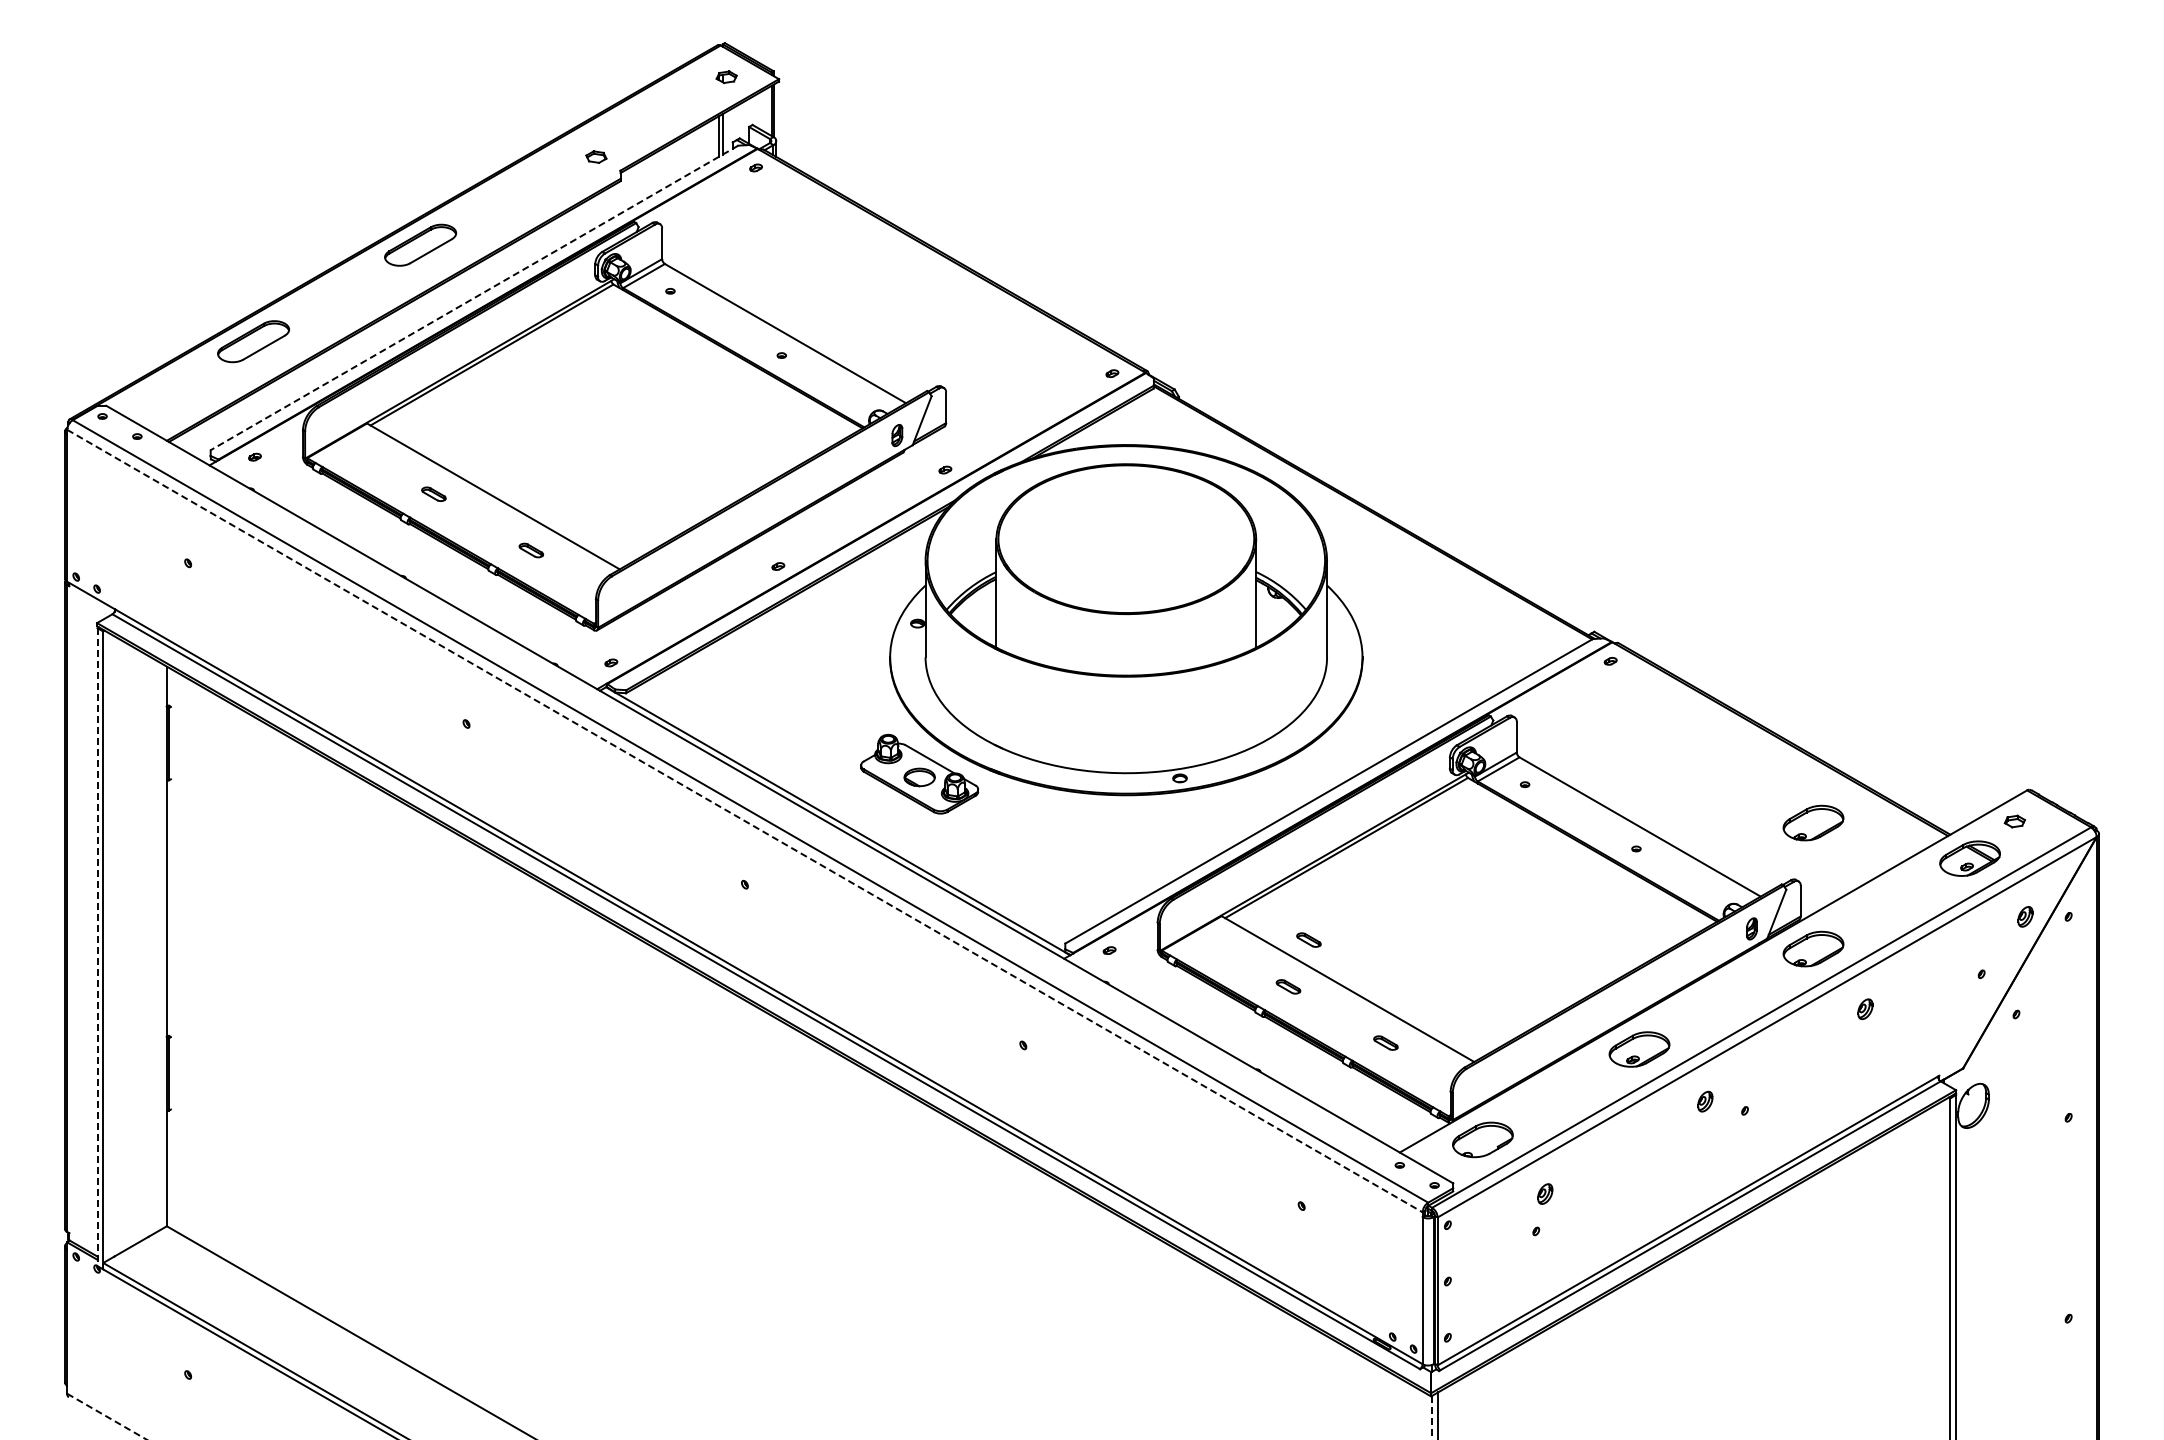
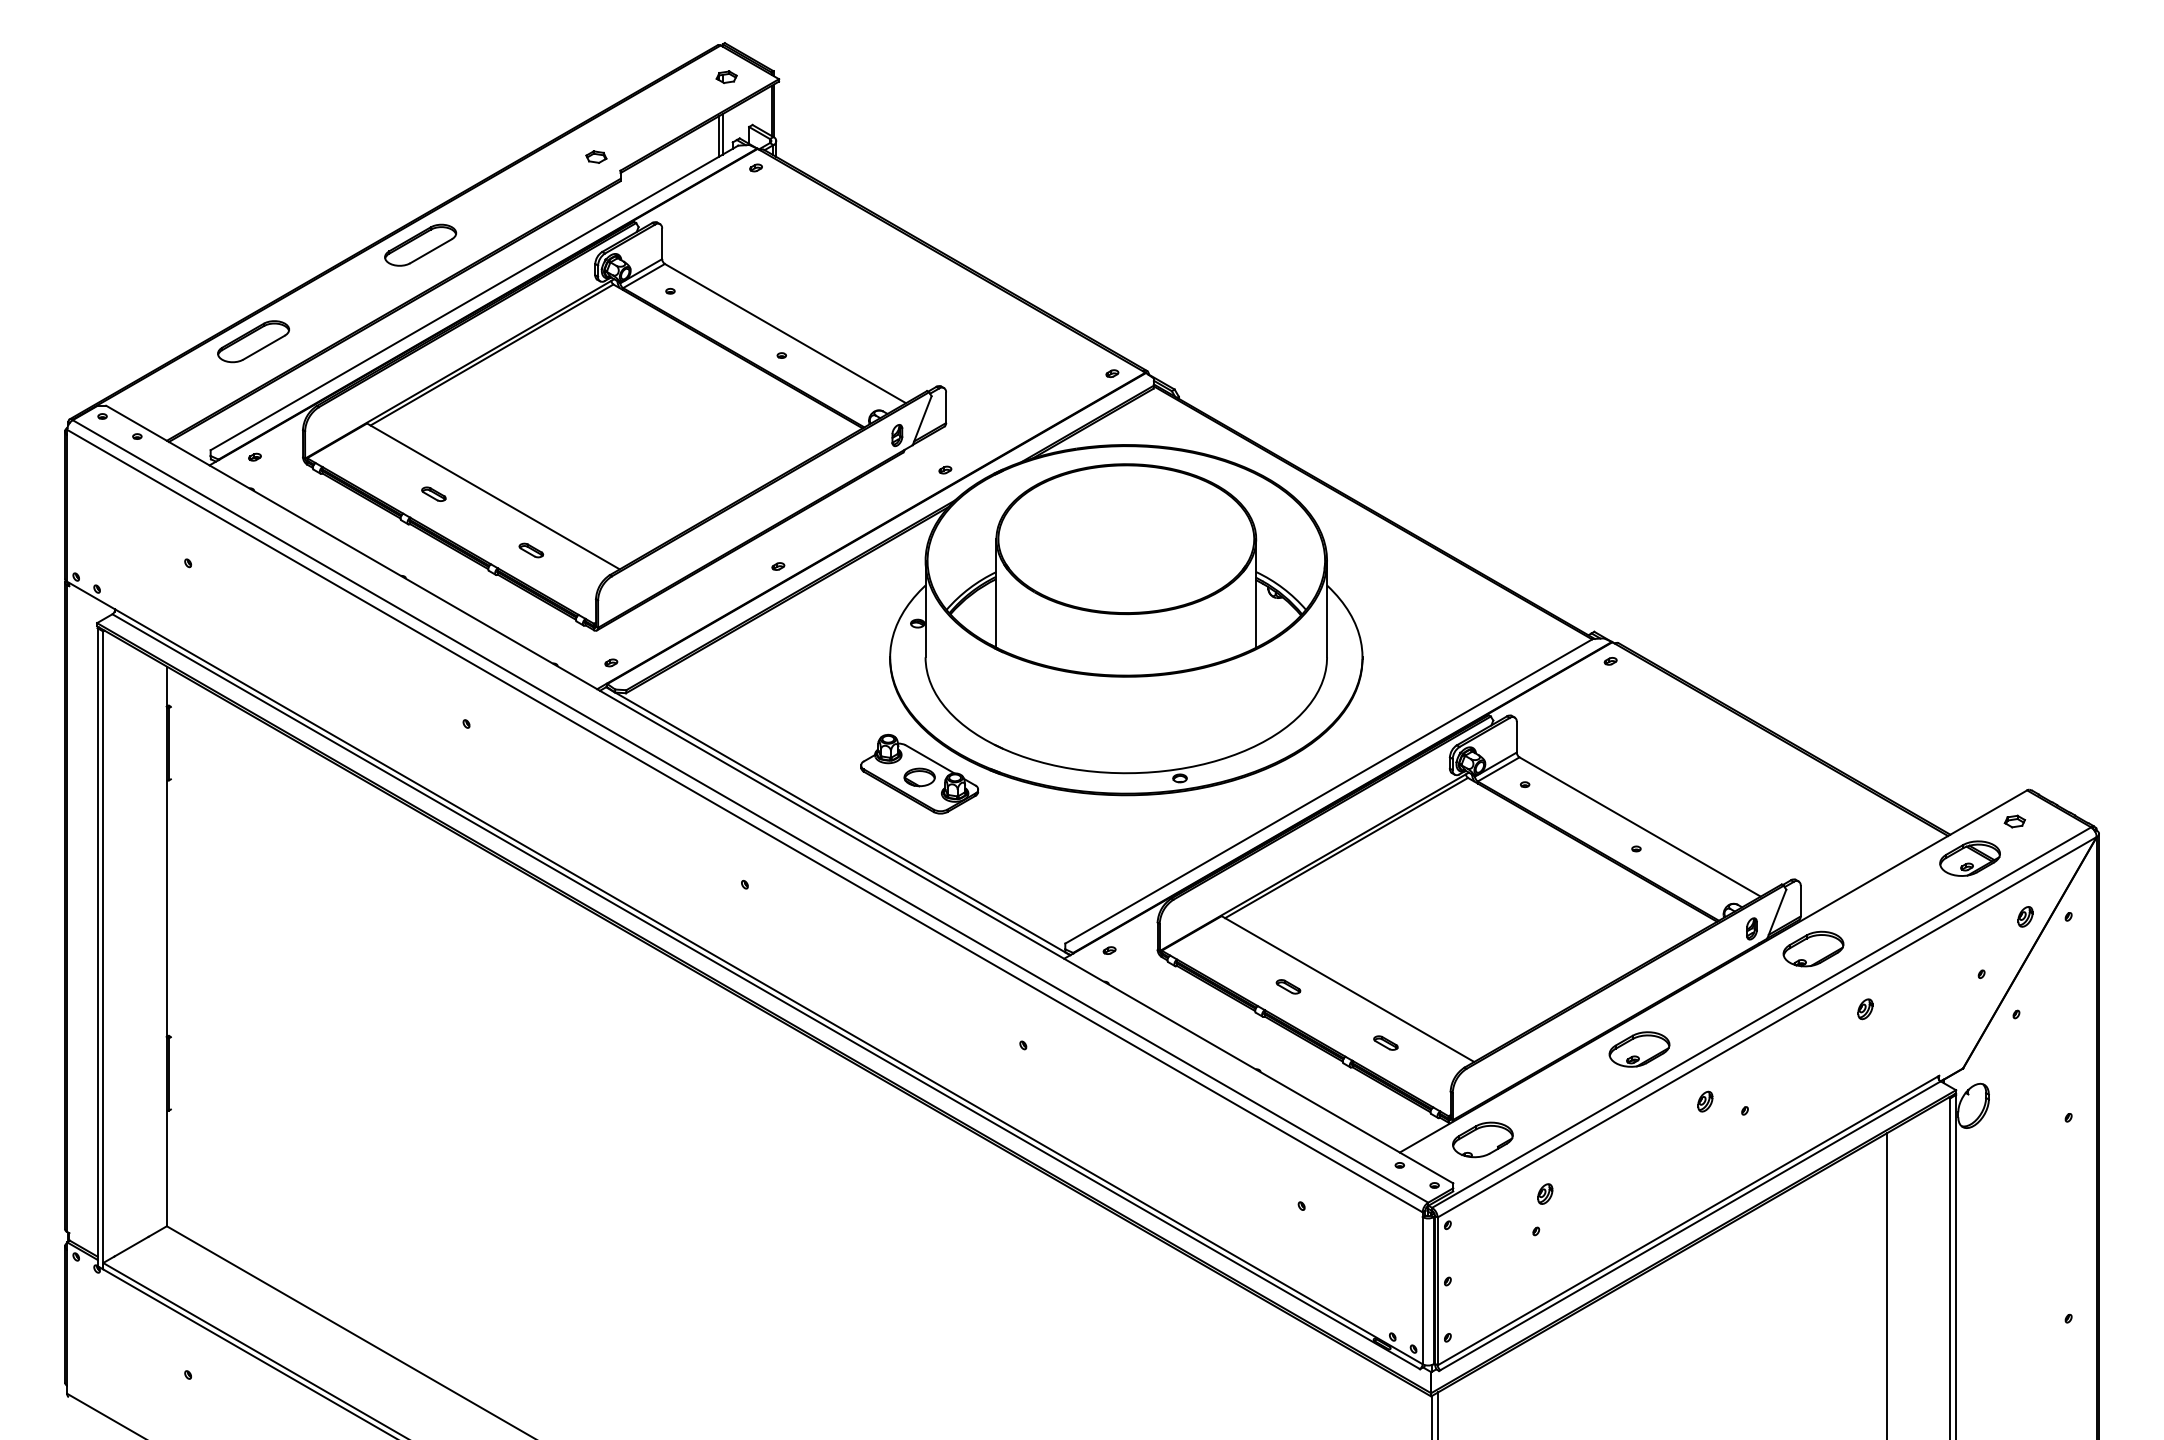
line at (474, 297): dashed -> solid
line at (744, 821): dashed -> solid
part at (1813, 822): present -> none
part at (1308, 939): present -> none
line at (97, 947): dashed -> solid
line at (1886, 1284): none -> present
line at (107, 1416): dashed -> solid
line at (1431, 1418): dashed -> solid
